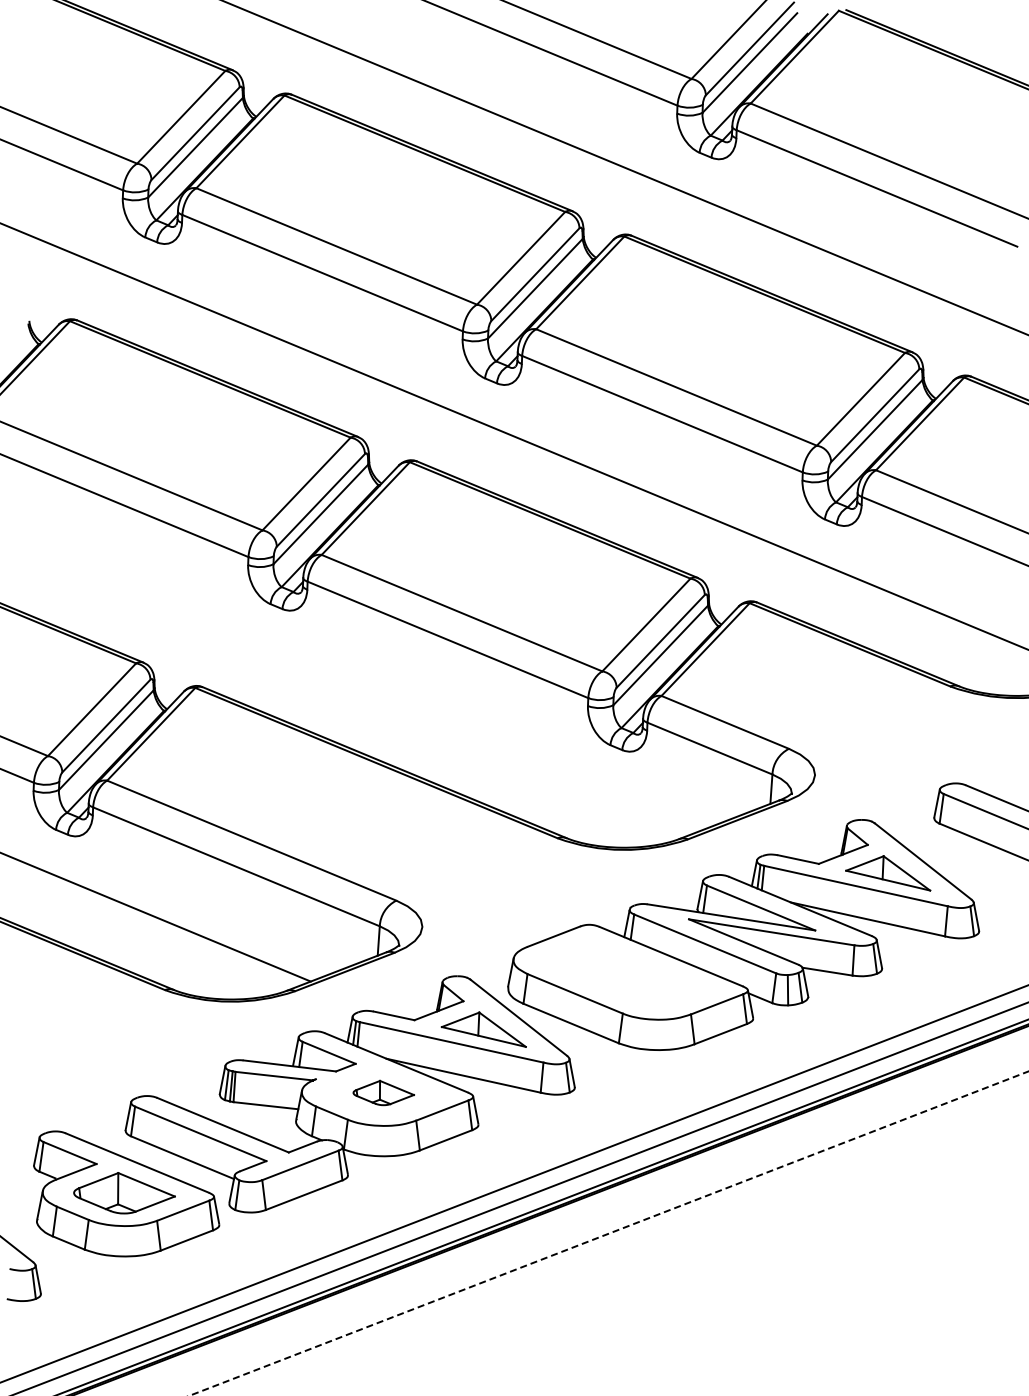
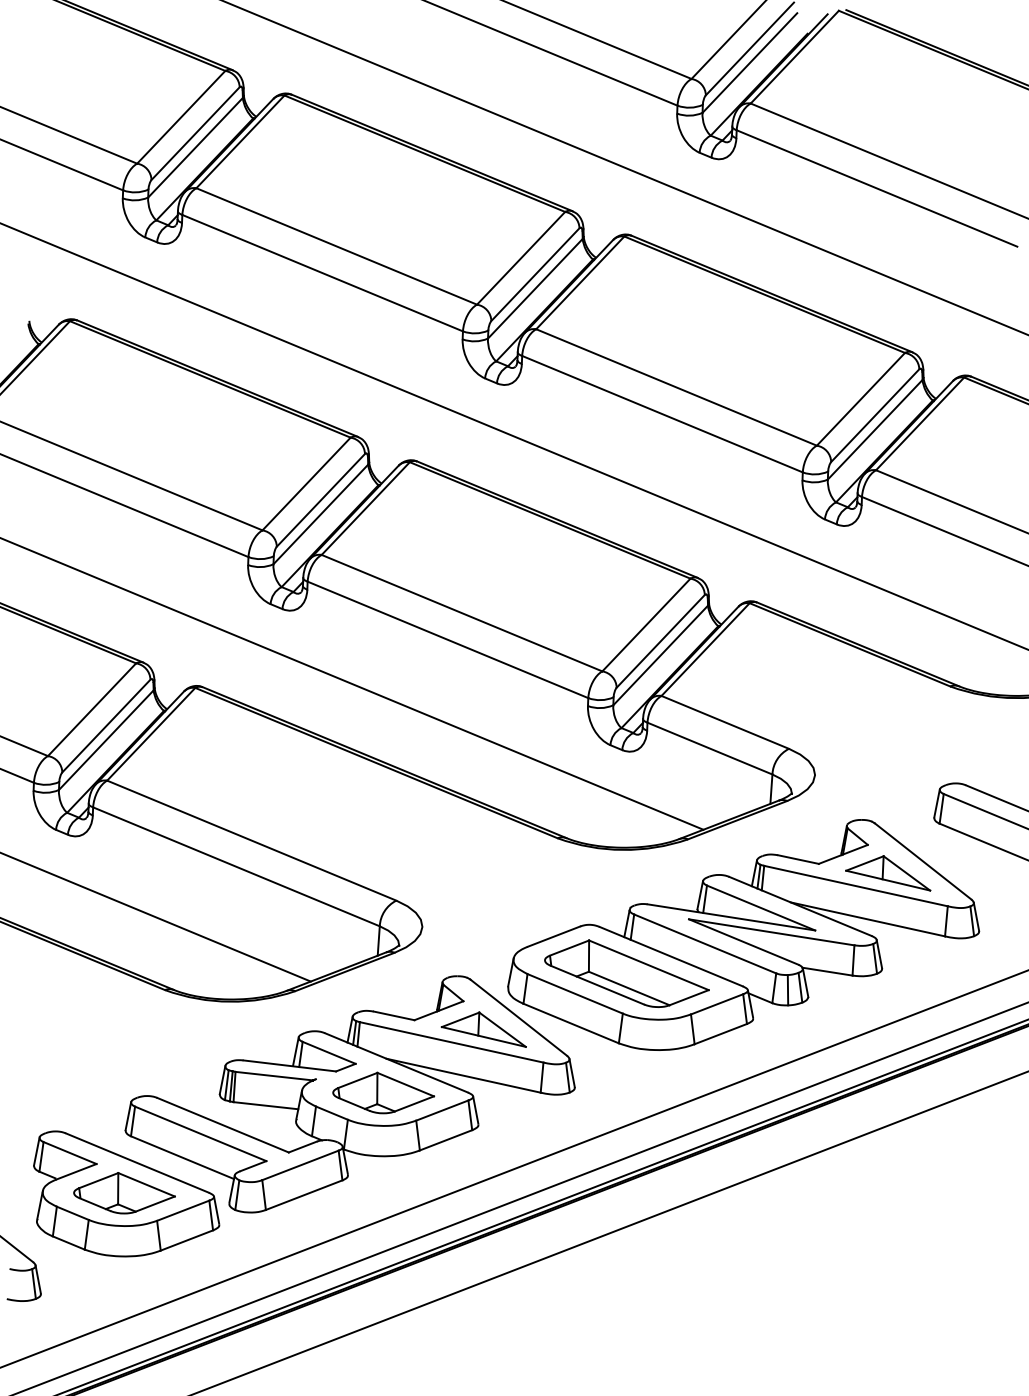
line at (352, 683): none -> present
part at (626, 973): none -> present
part at (383, 1092) size: 63x28 px -> 104x44 px
line at (513, 1183) position: (513, 1183) -> (513, 1169)
line at (609, 1233): dashed -> solid
